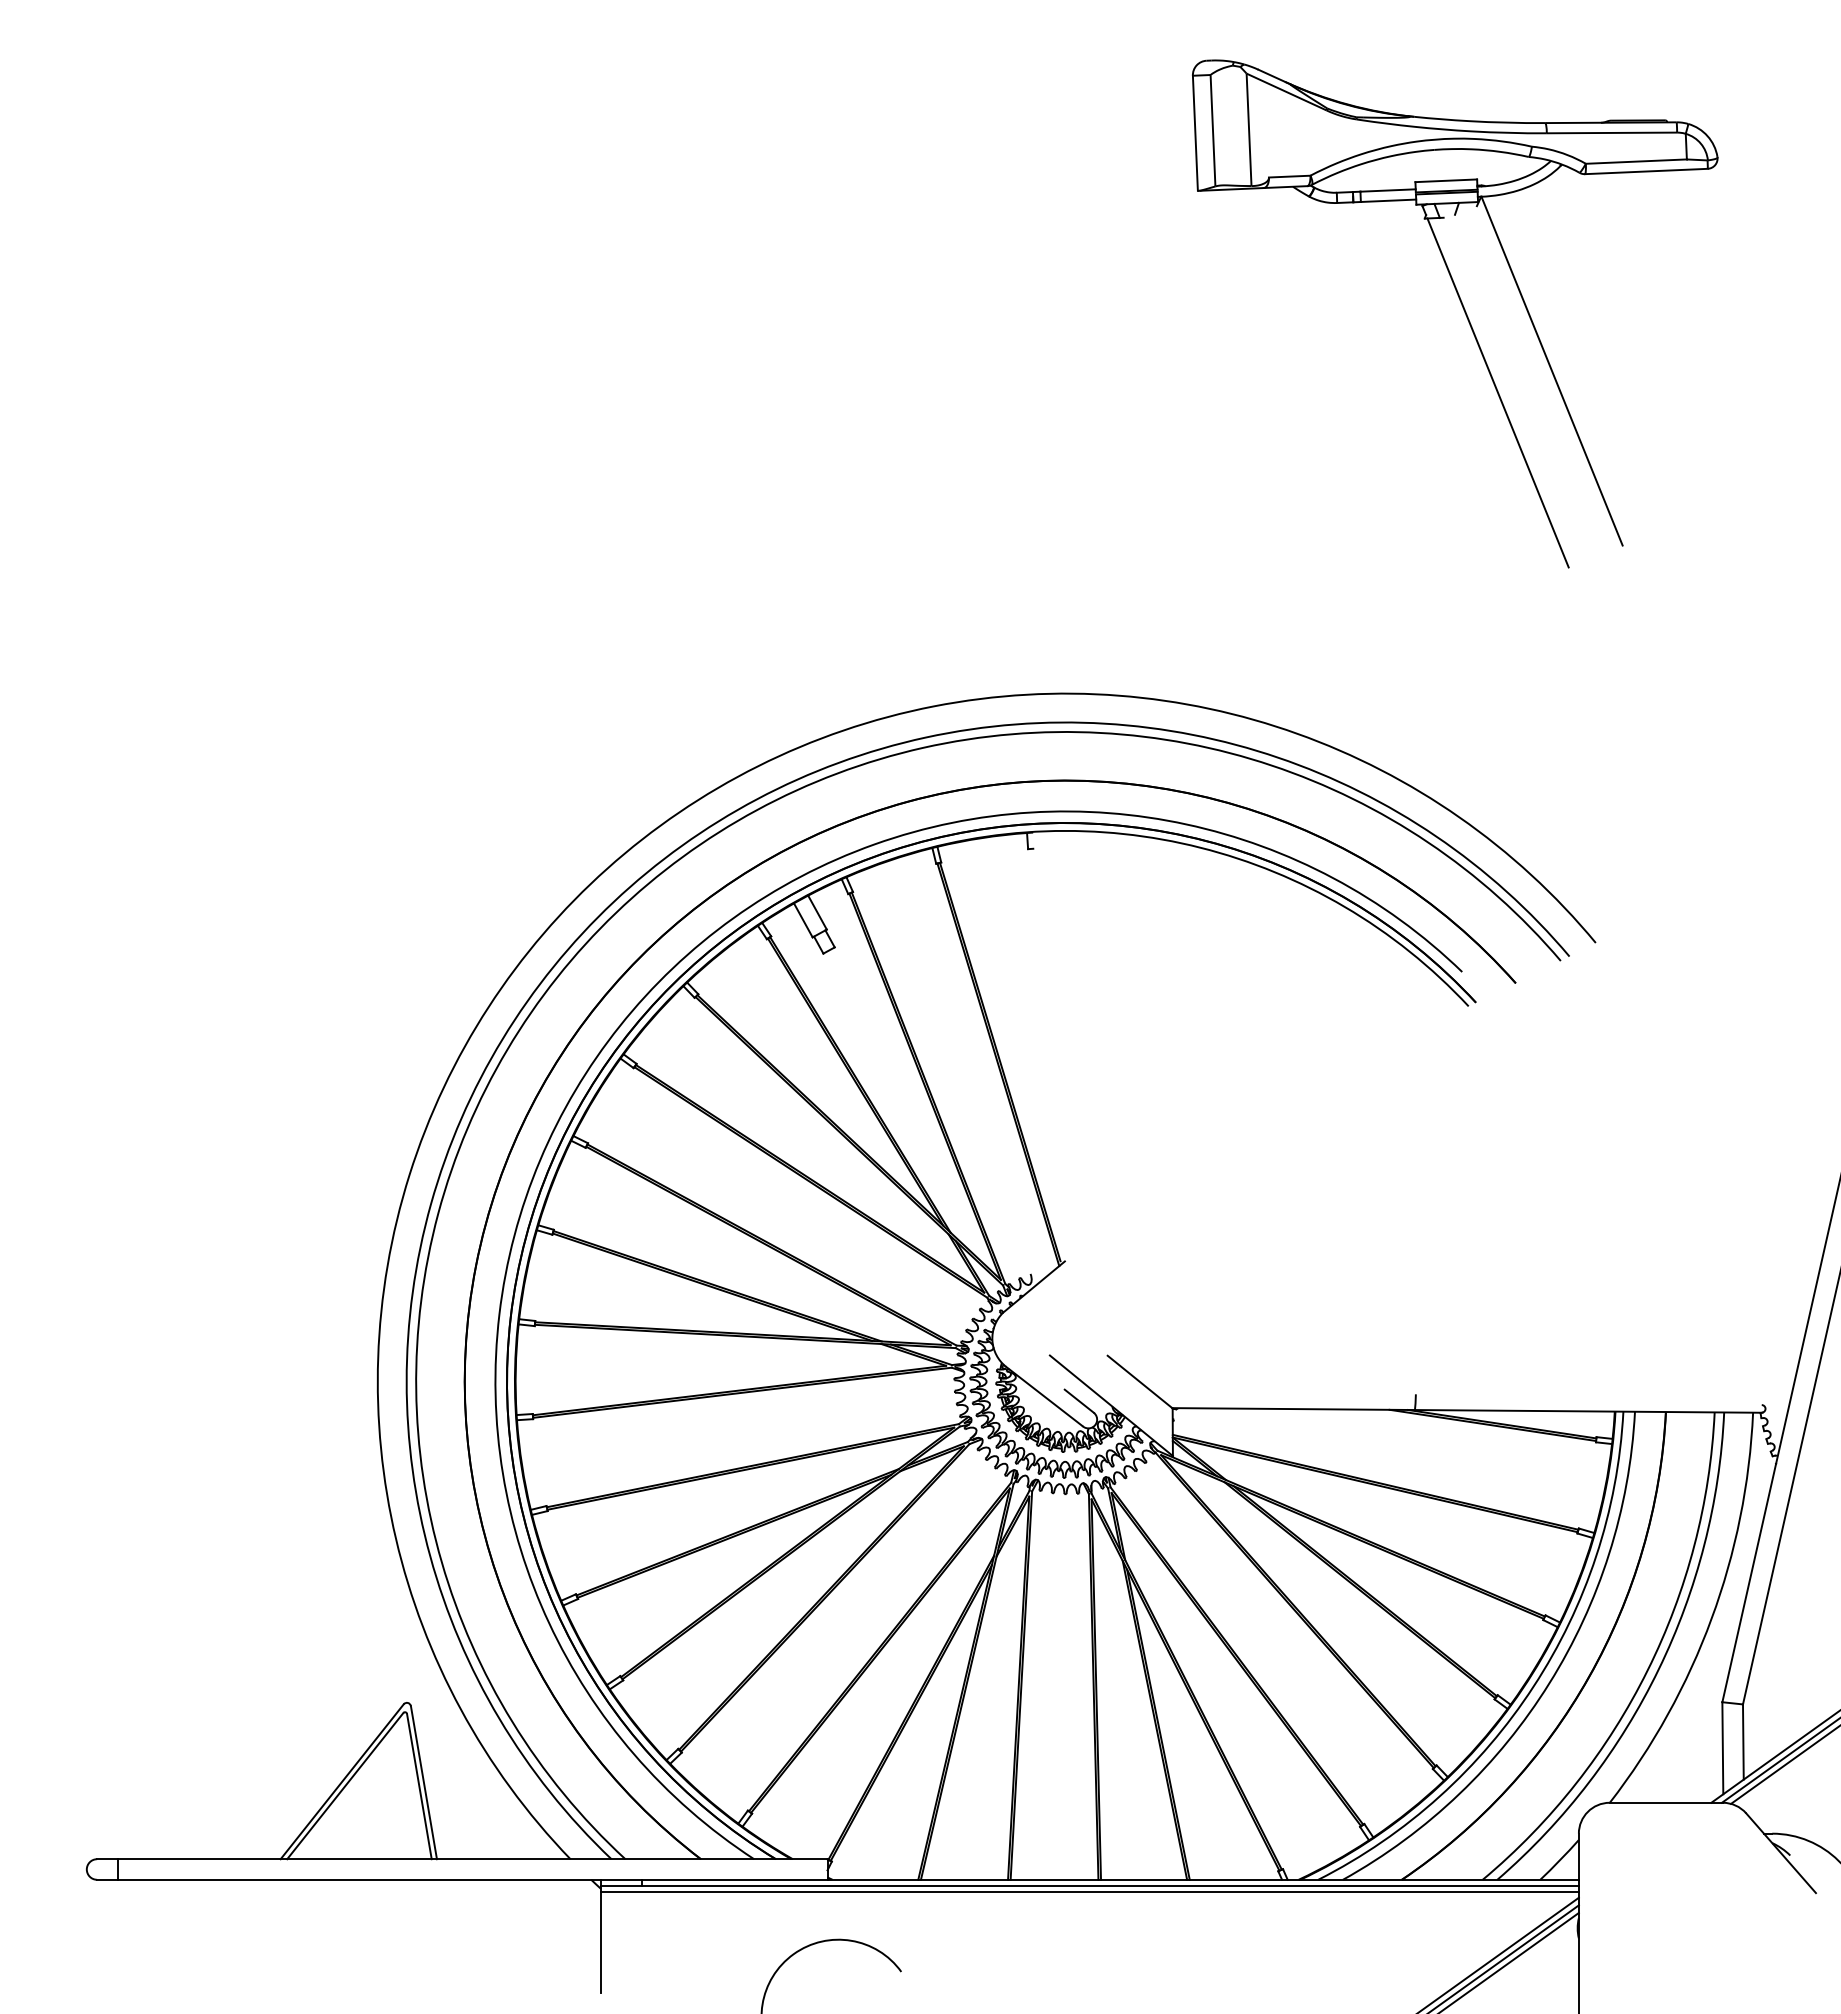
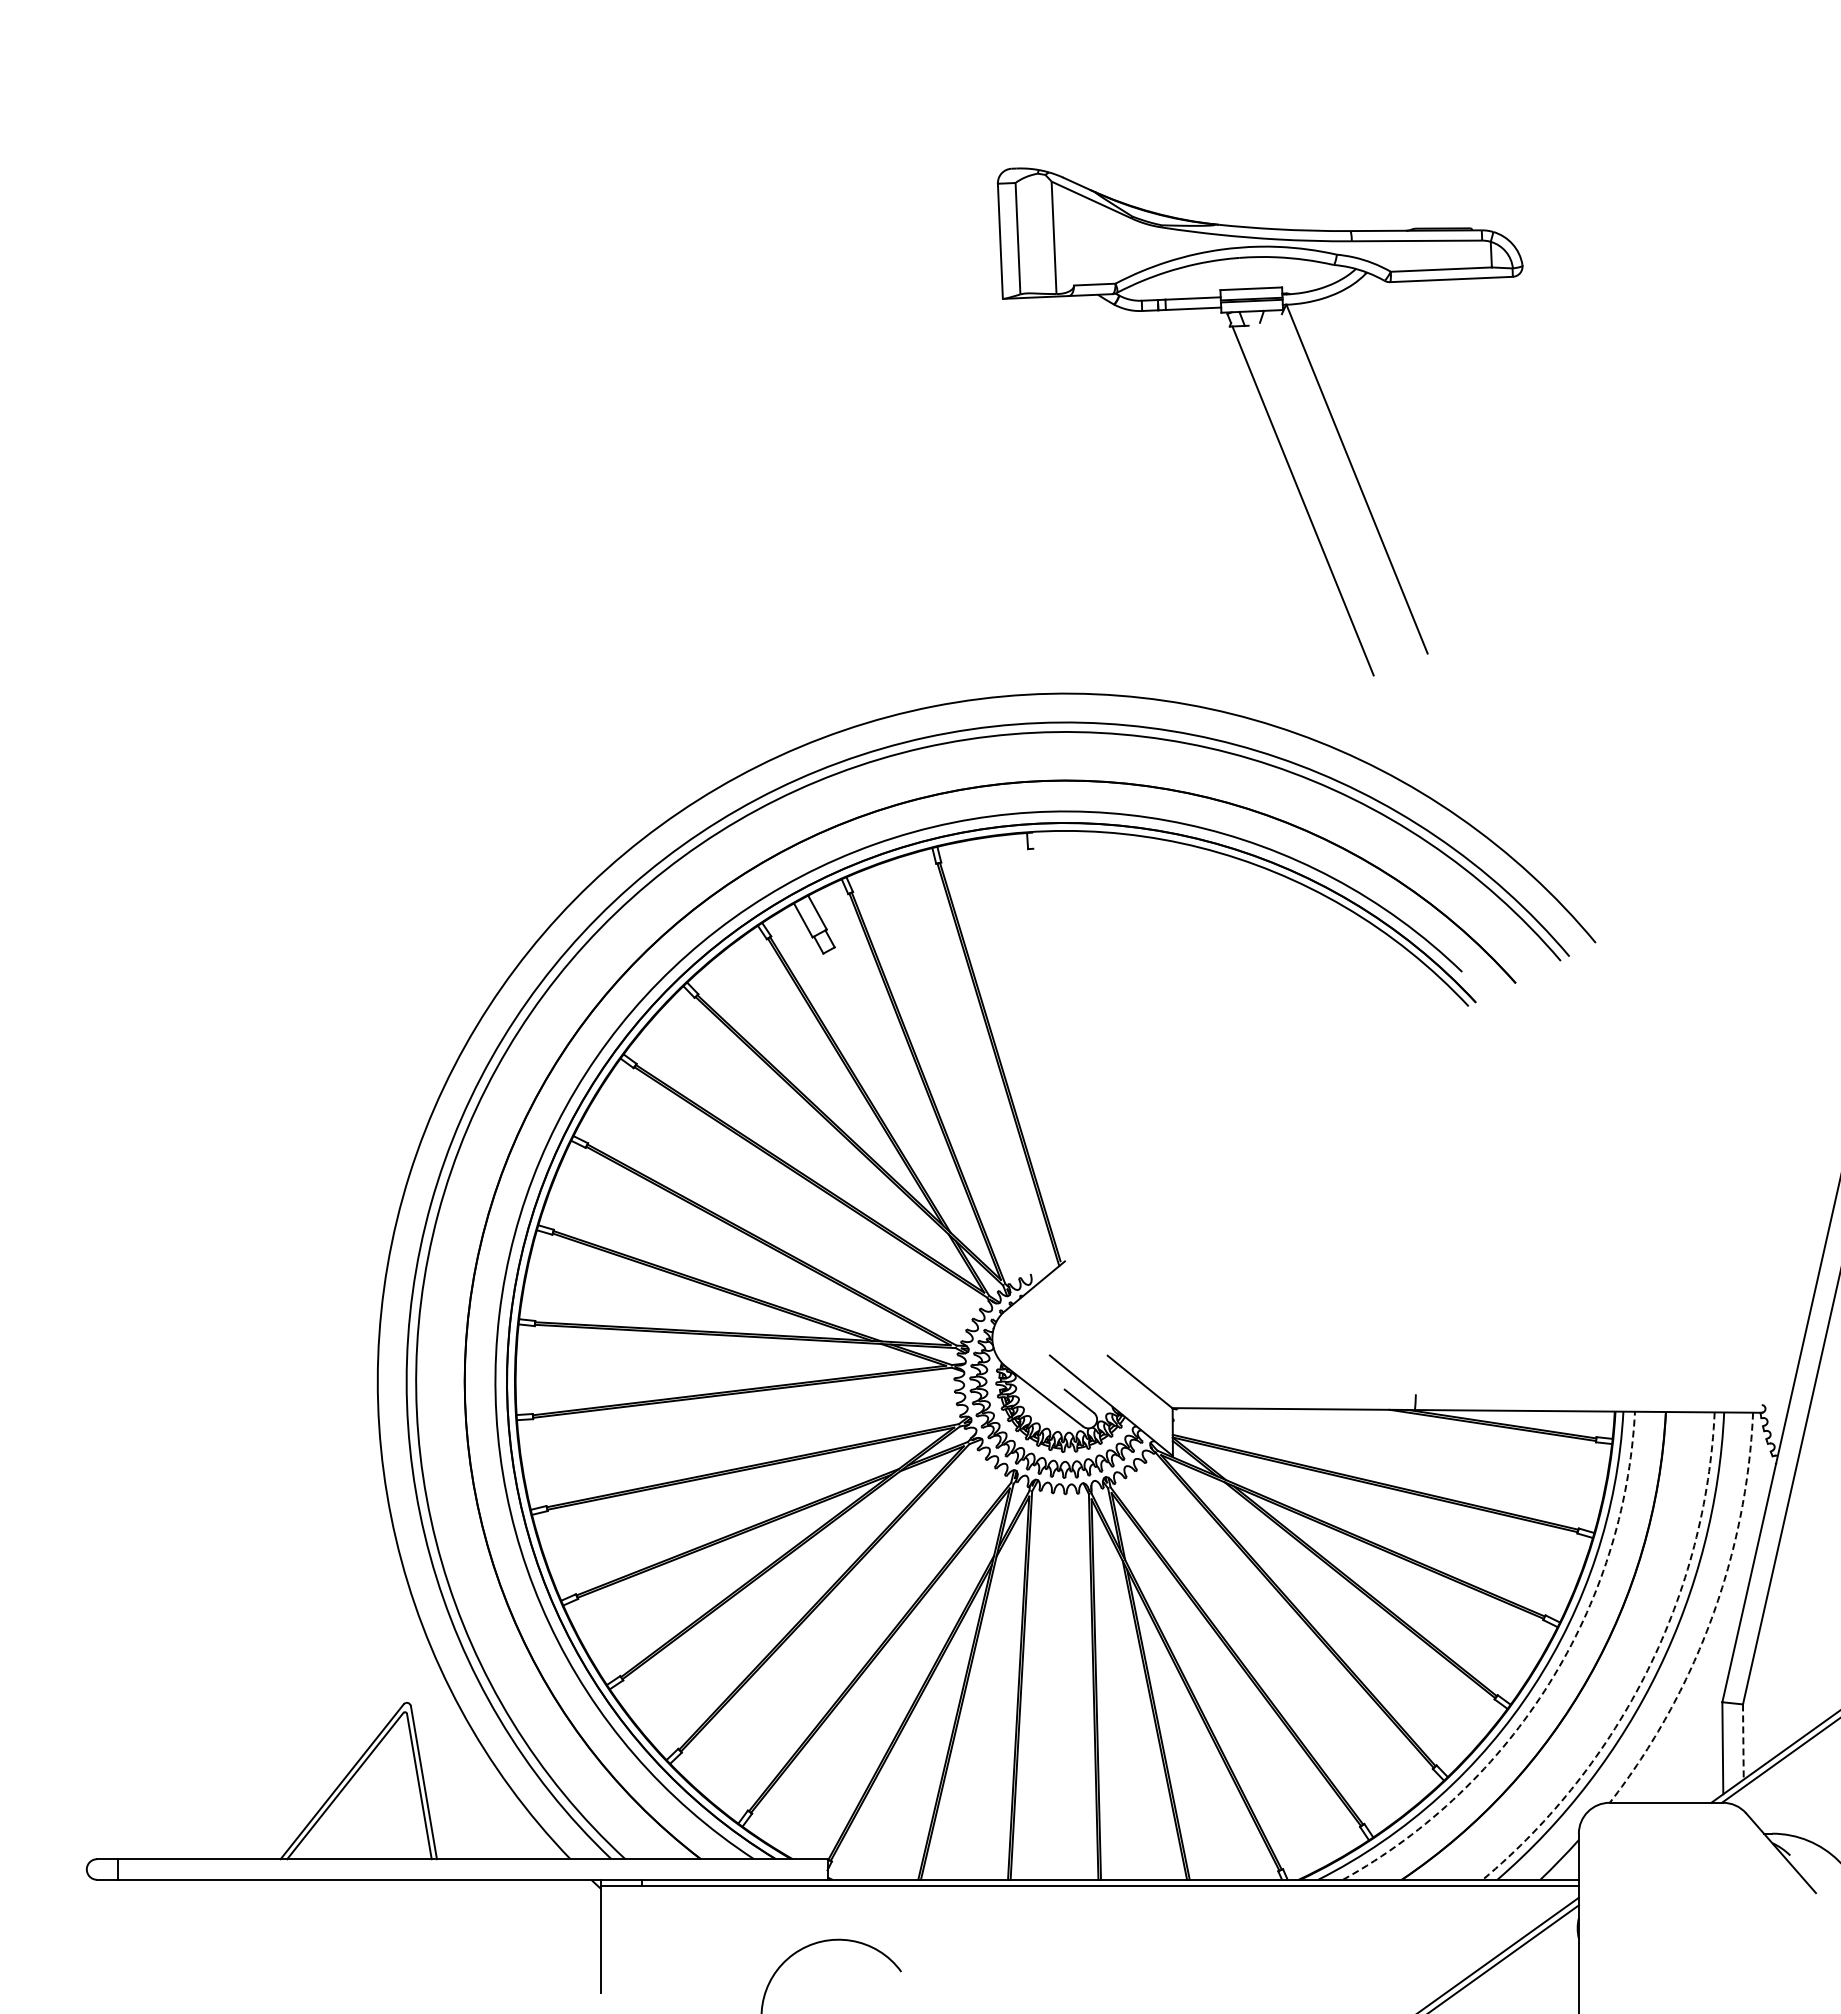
part at (1463, 310) position: (1463, 310) -> (1268, 418)
arc at (1711, 1618): solid -> dashed
arc at (1647, 1670): solid -> dashed
arc at (1549, 1683): solid -> dashed
line at (1743, 1742): solid -> dashed
line at (1784, 1765): present -> none
line at (1089, 1892): present -> none
line at (1510, 1961): present -> none
